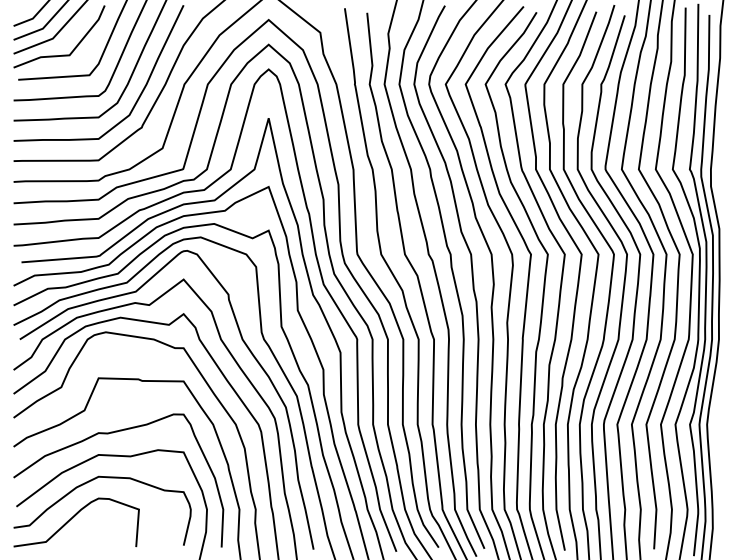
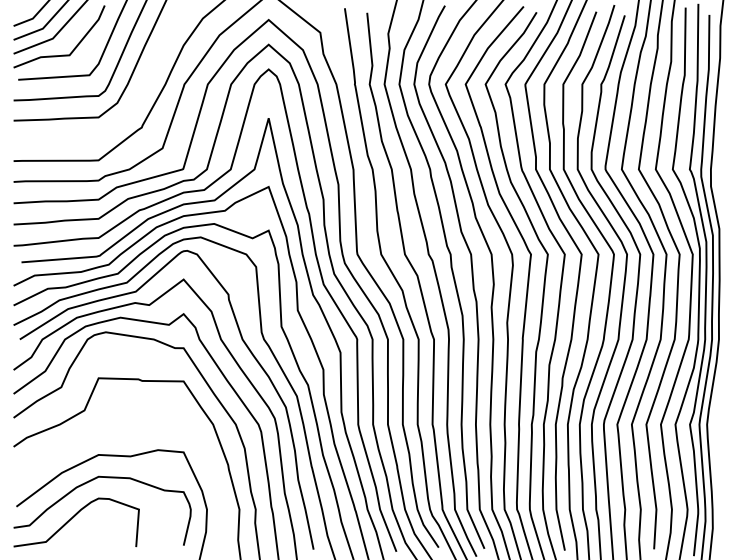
curve at (139, 94): present -> none
curve at (108, 434): present -> none
